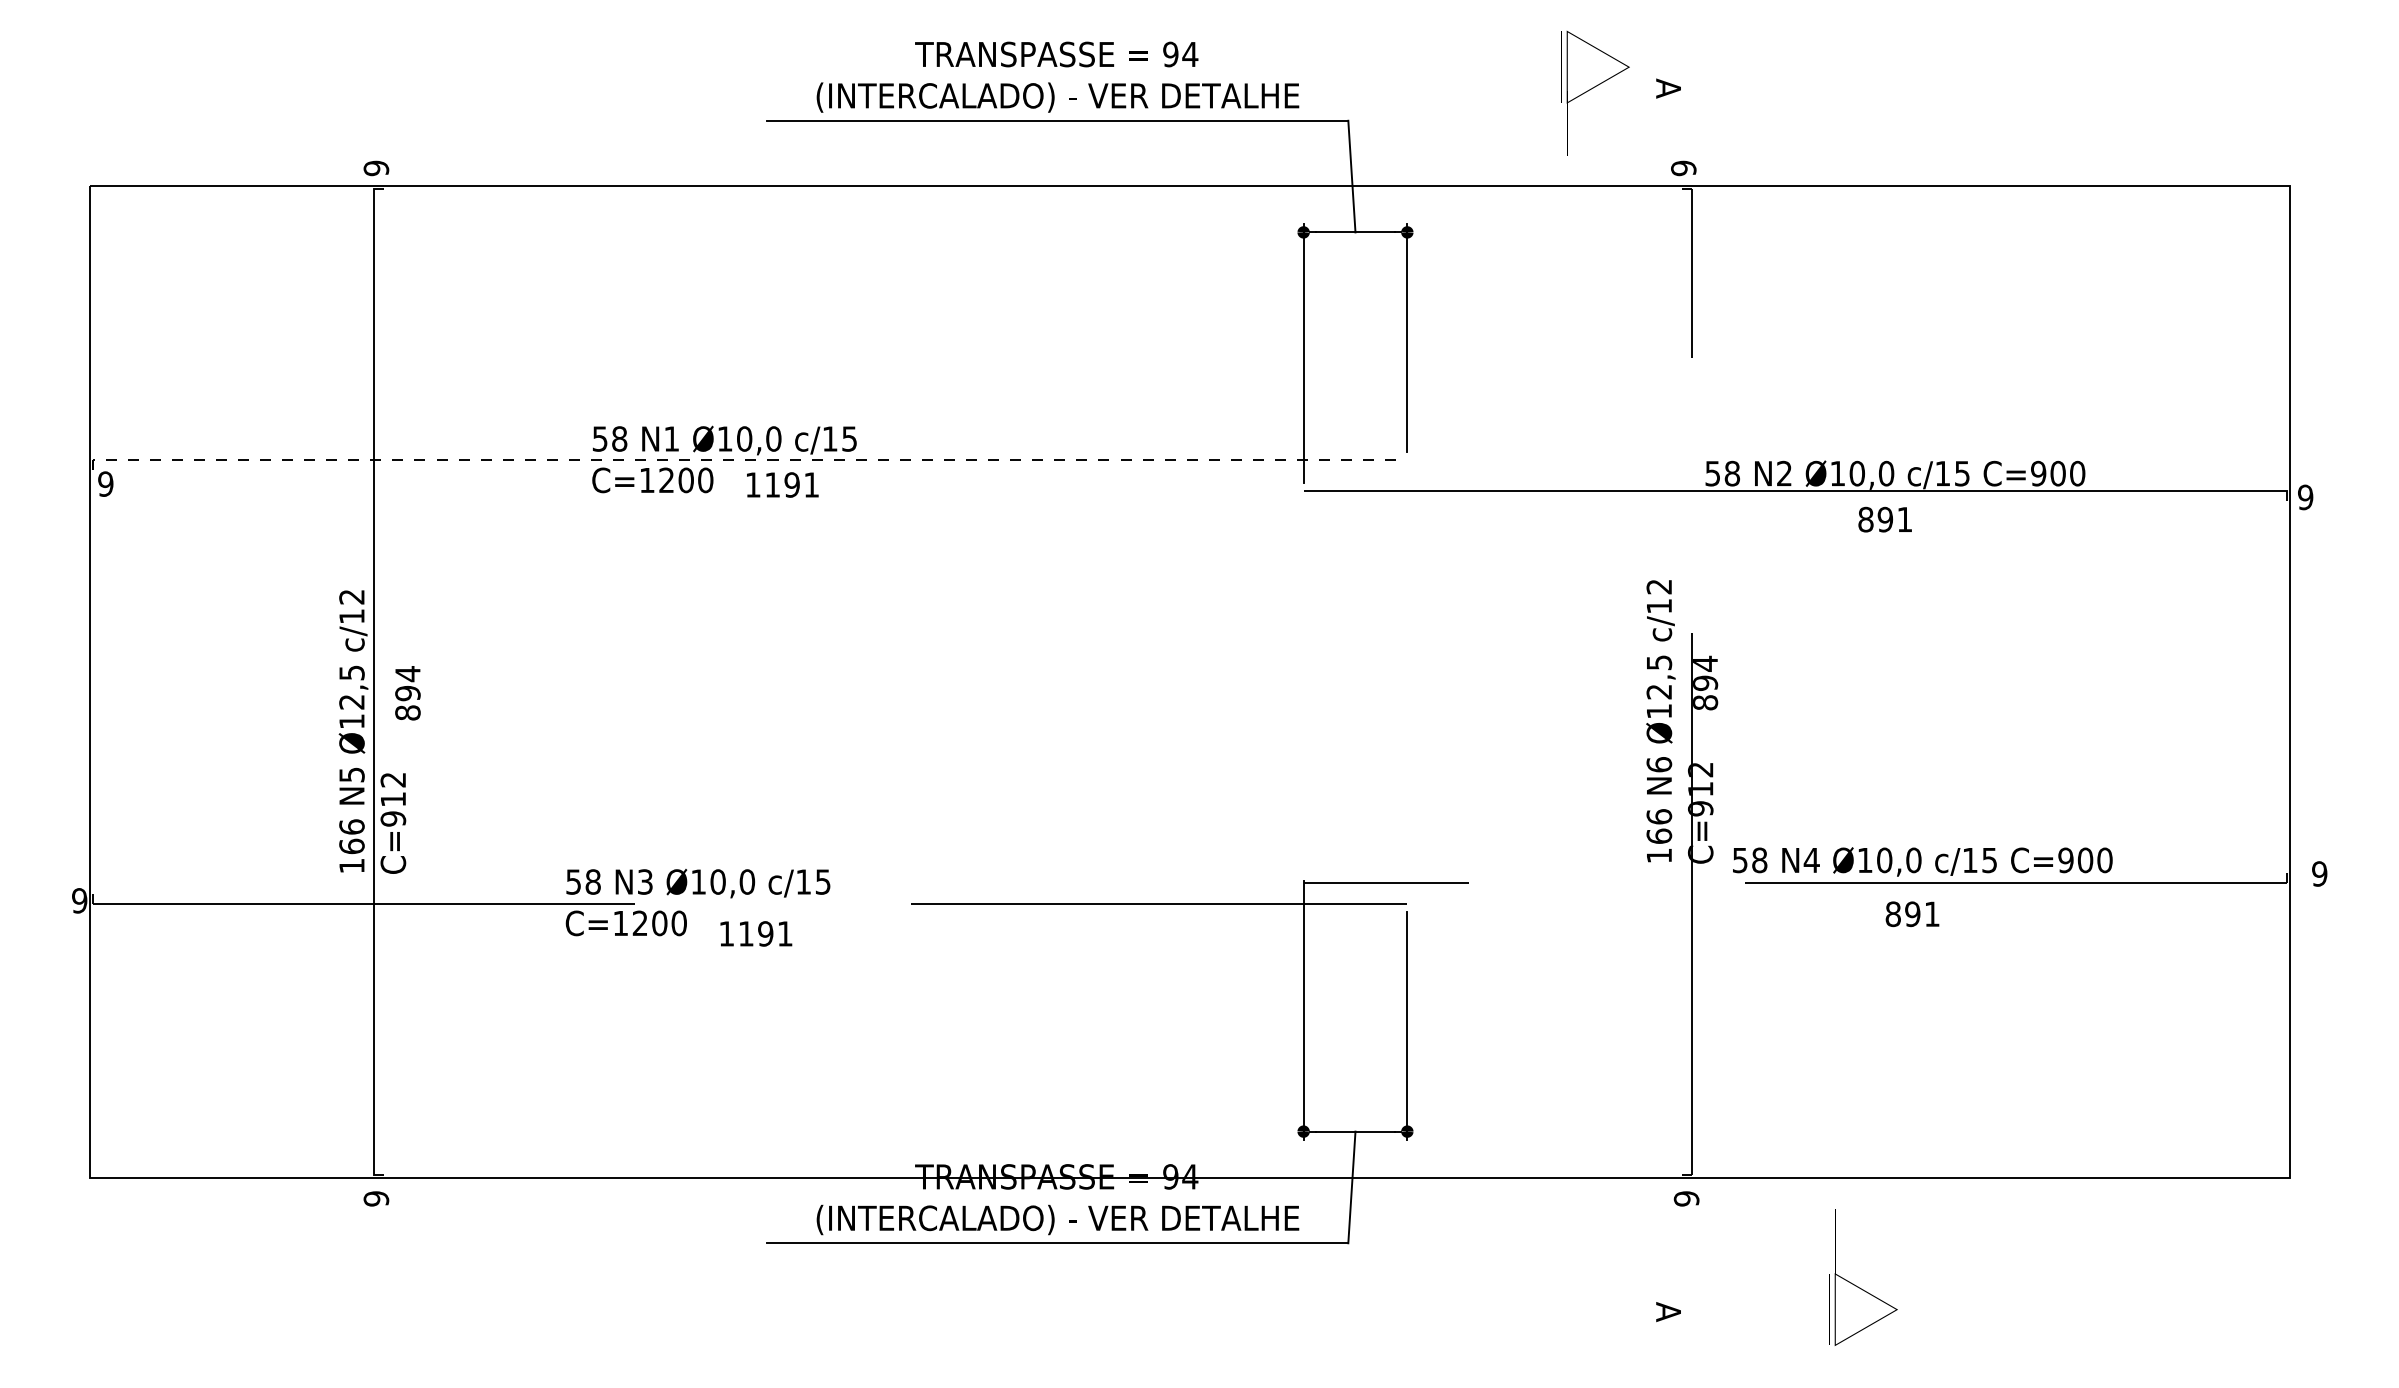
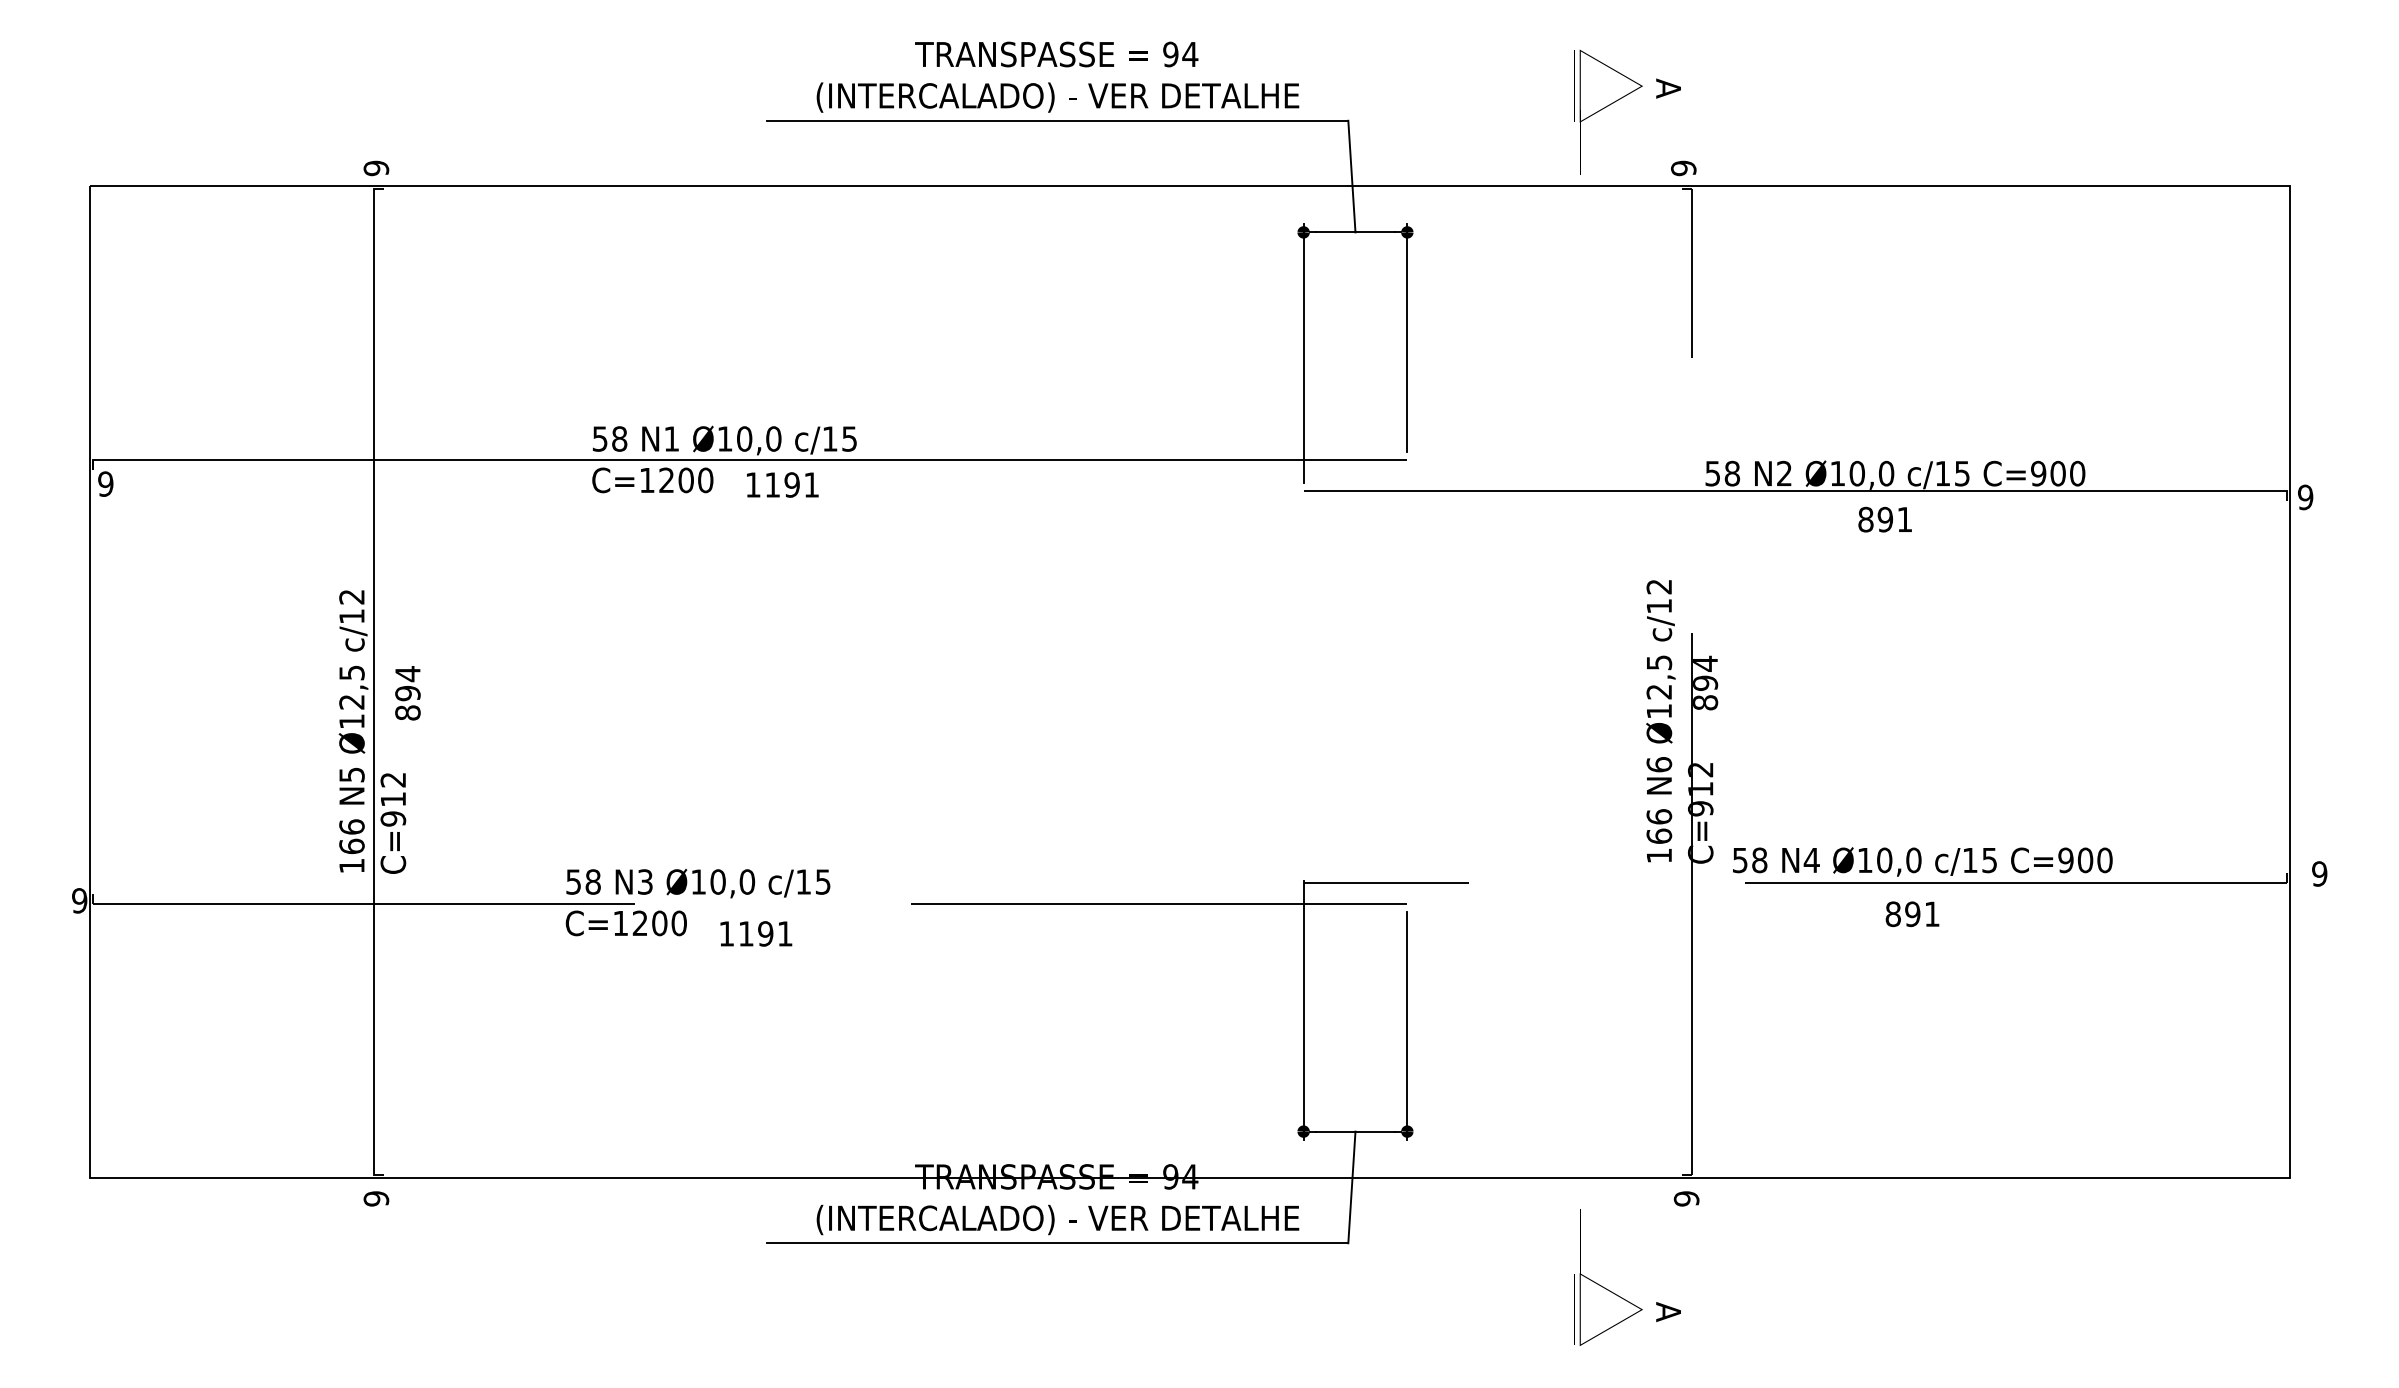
part at (1595, 93) position: (1595, 93) -> (1608, 112)
line at (745, 460): dashed -> solid
part at (1858, 1286) position: (1858, 1286) -> (1603, 1286)
